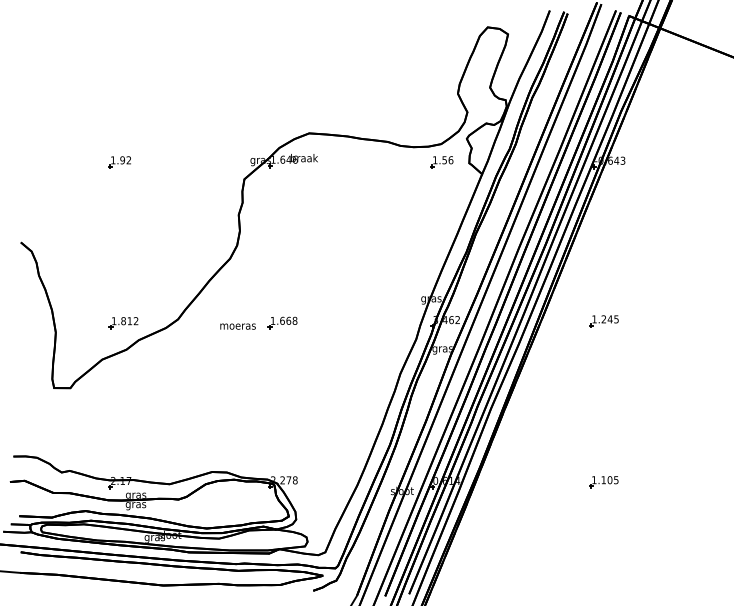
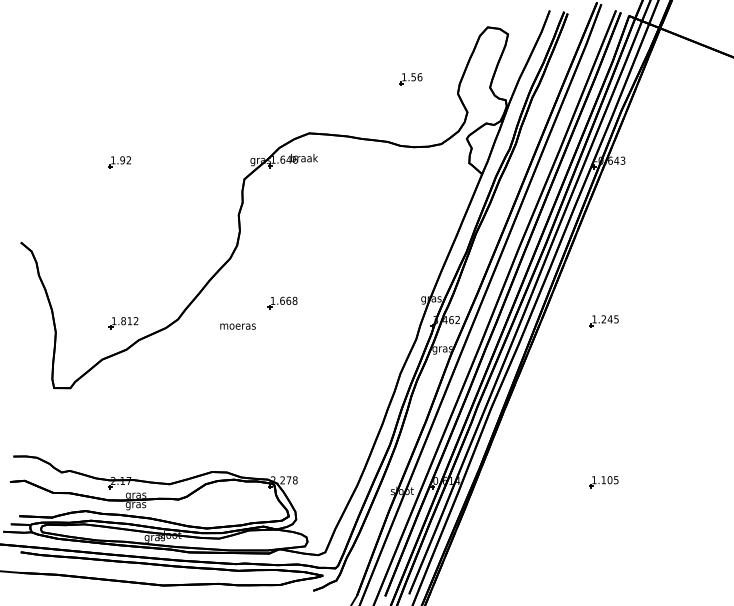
part at (441, 162) position: (441, 162) -> (410, 79)
part at (282, 322) position: (282, 322) -> (282, 302)
